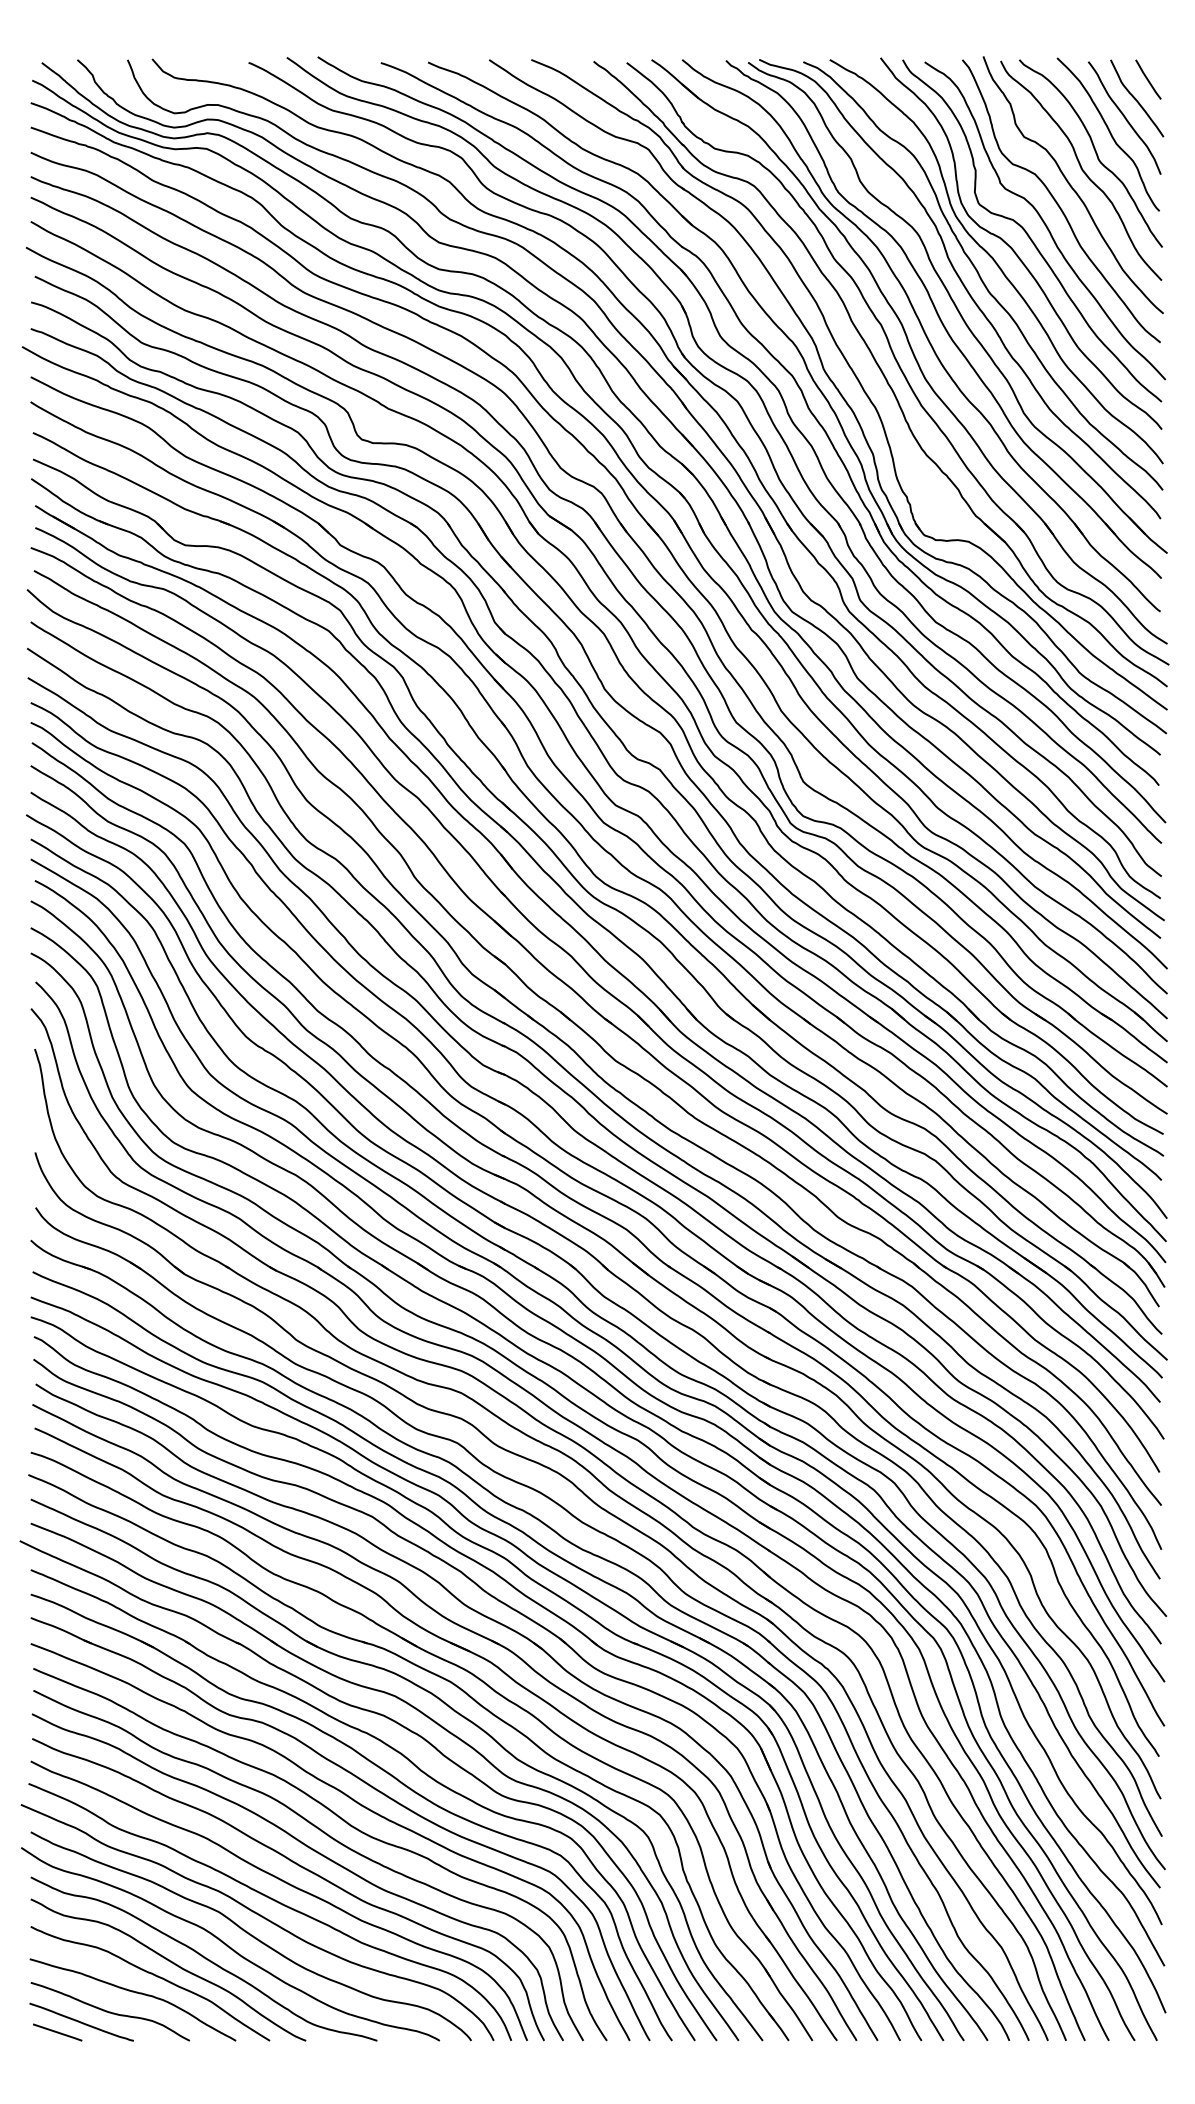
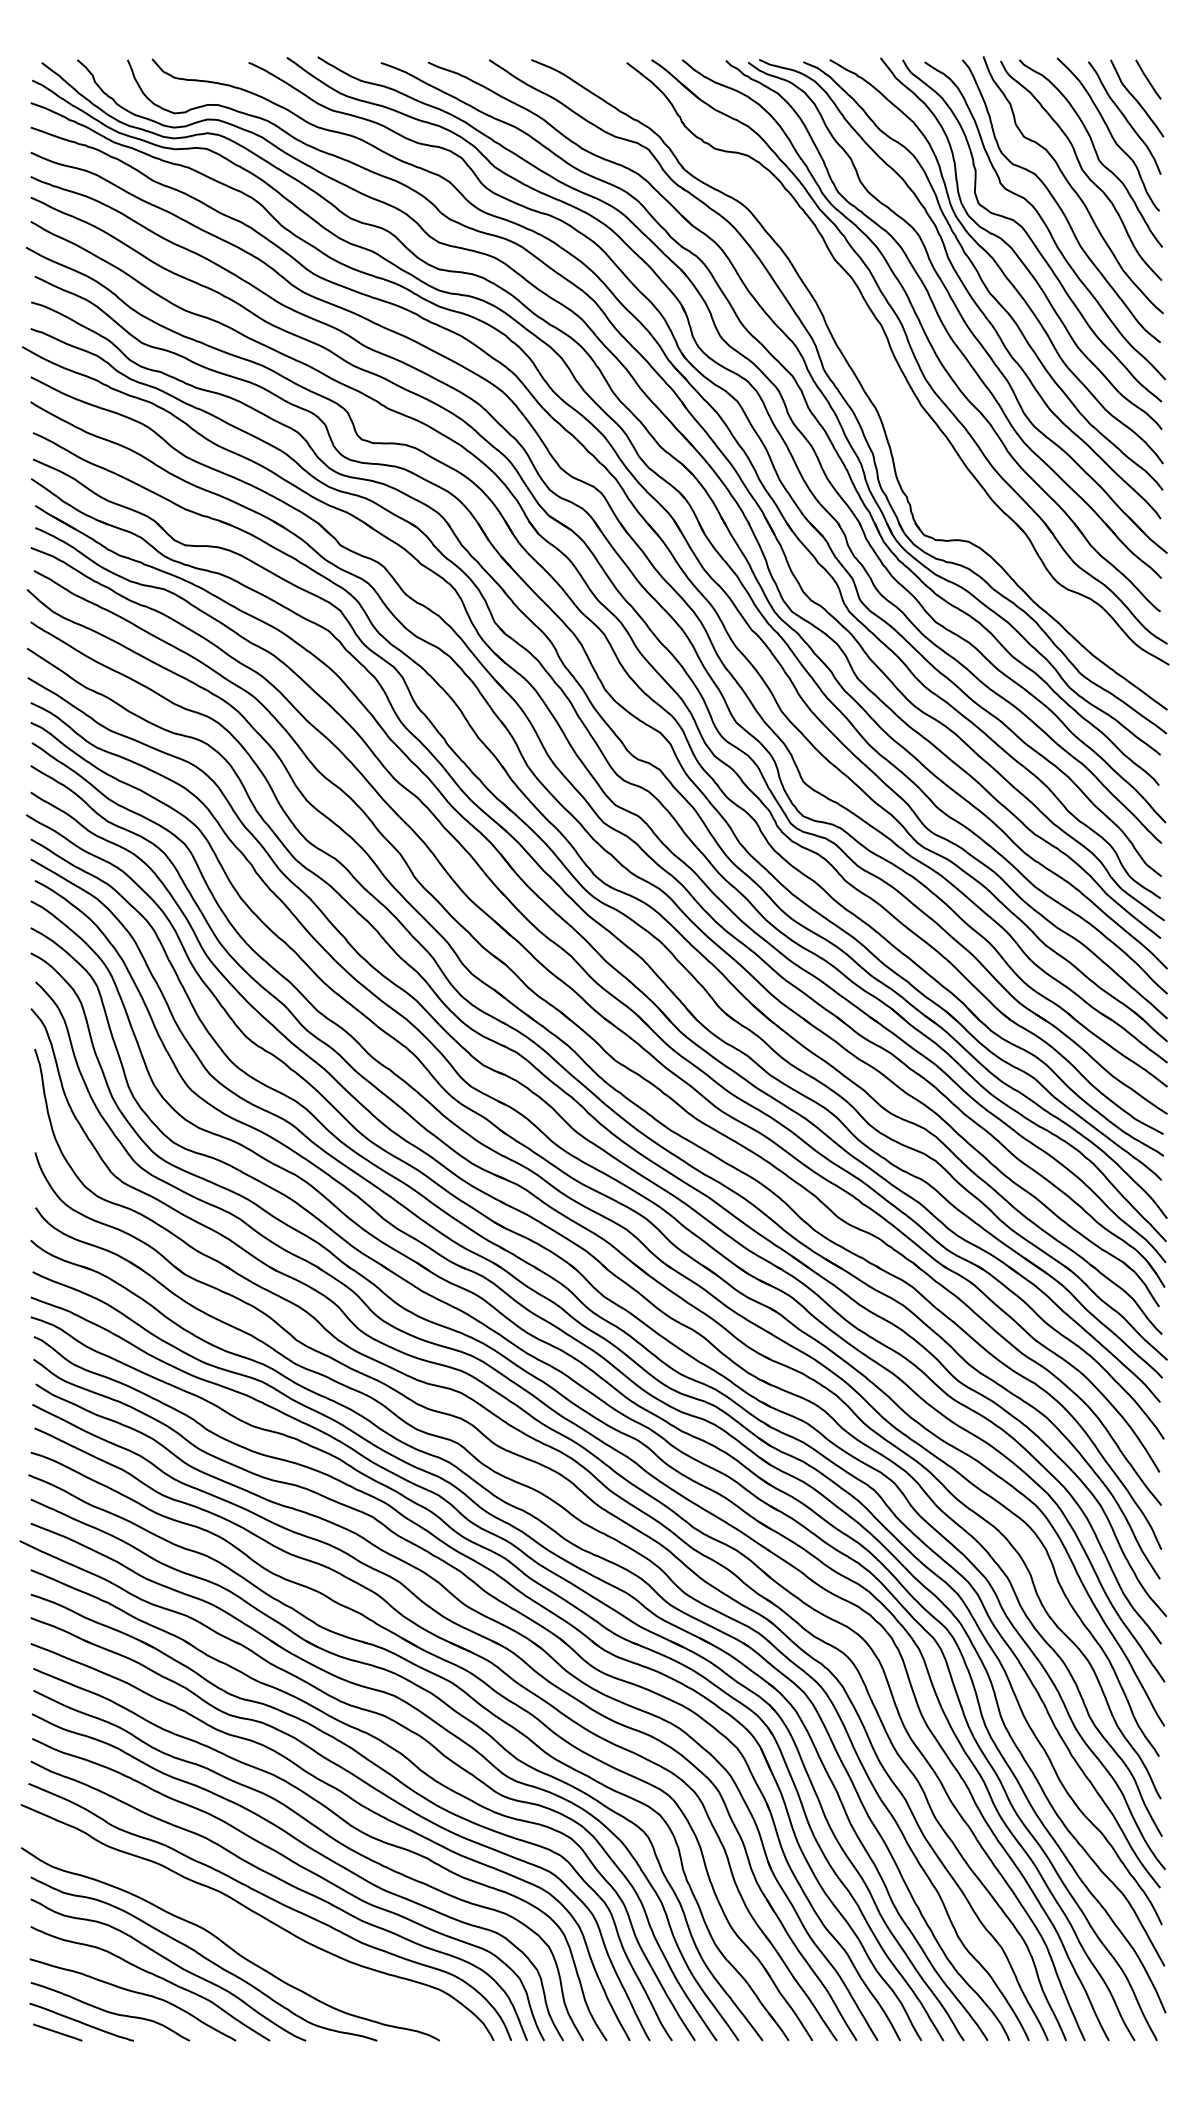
part at (880, 374): present -> none
curve at (250, 1935): present -> none
